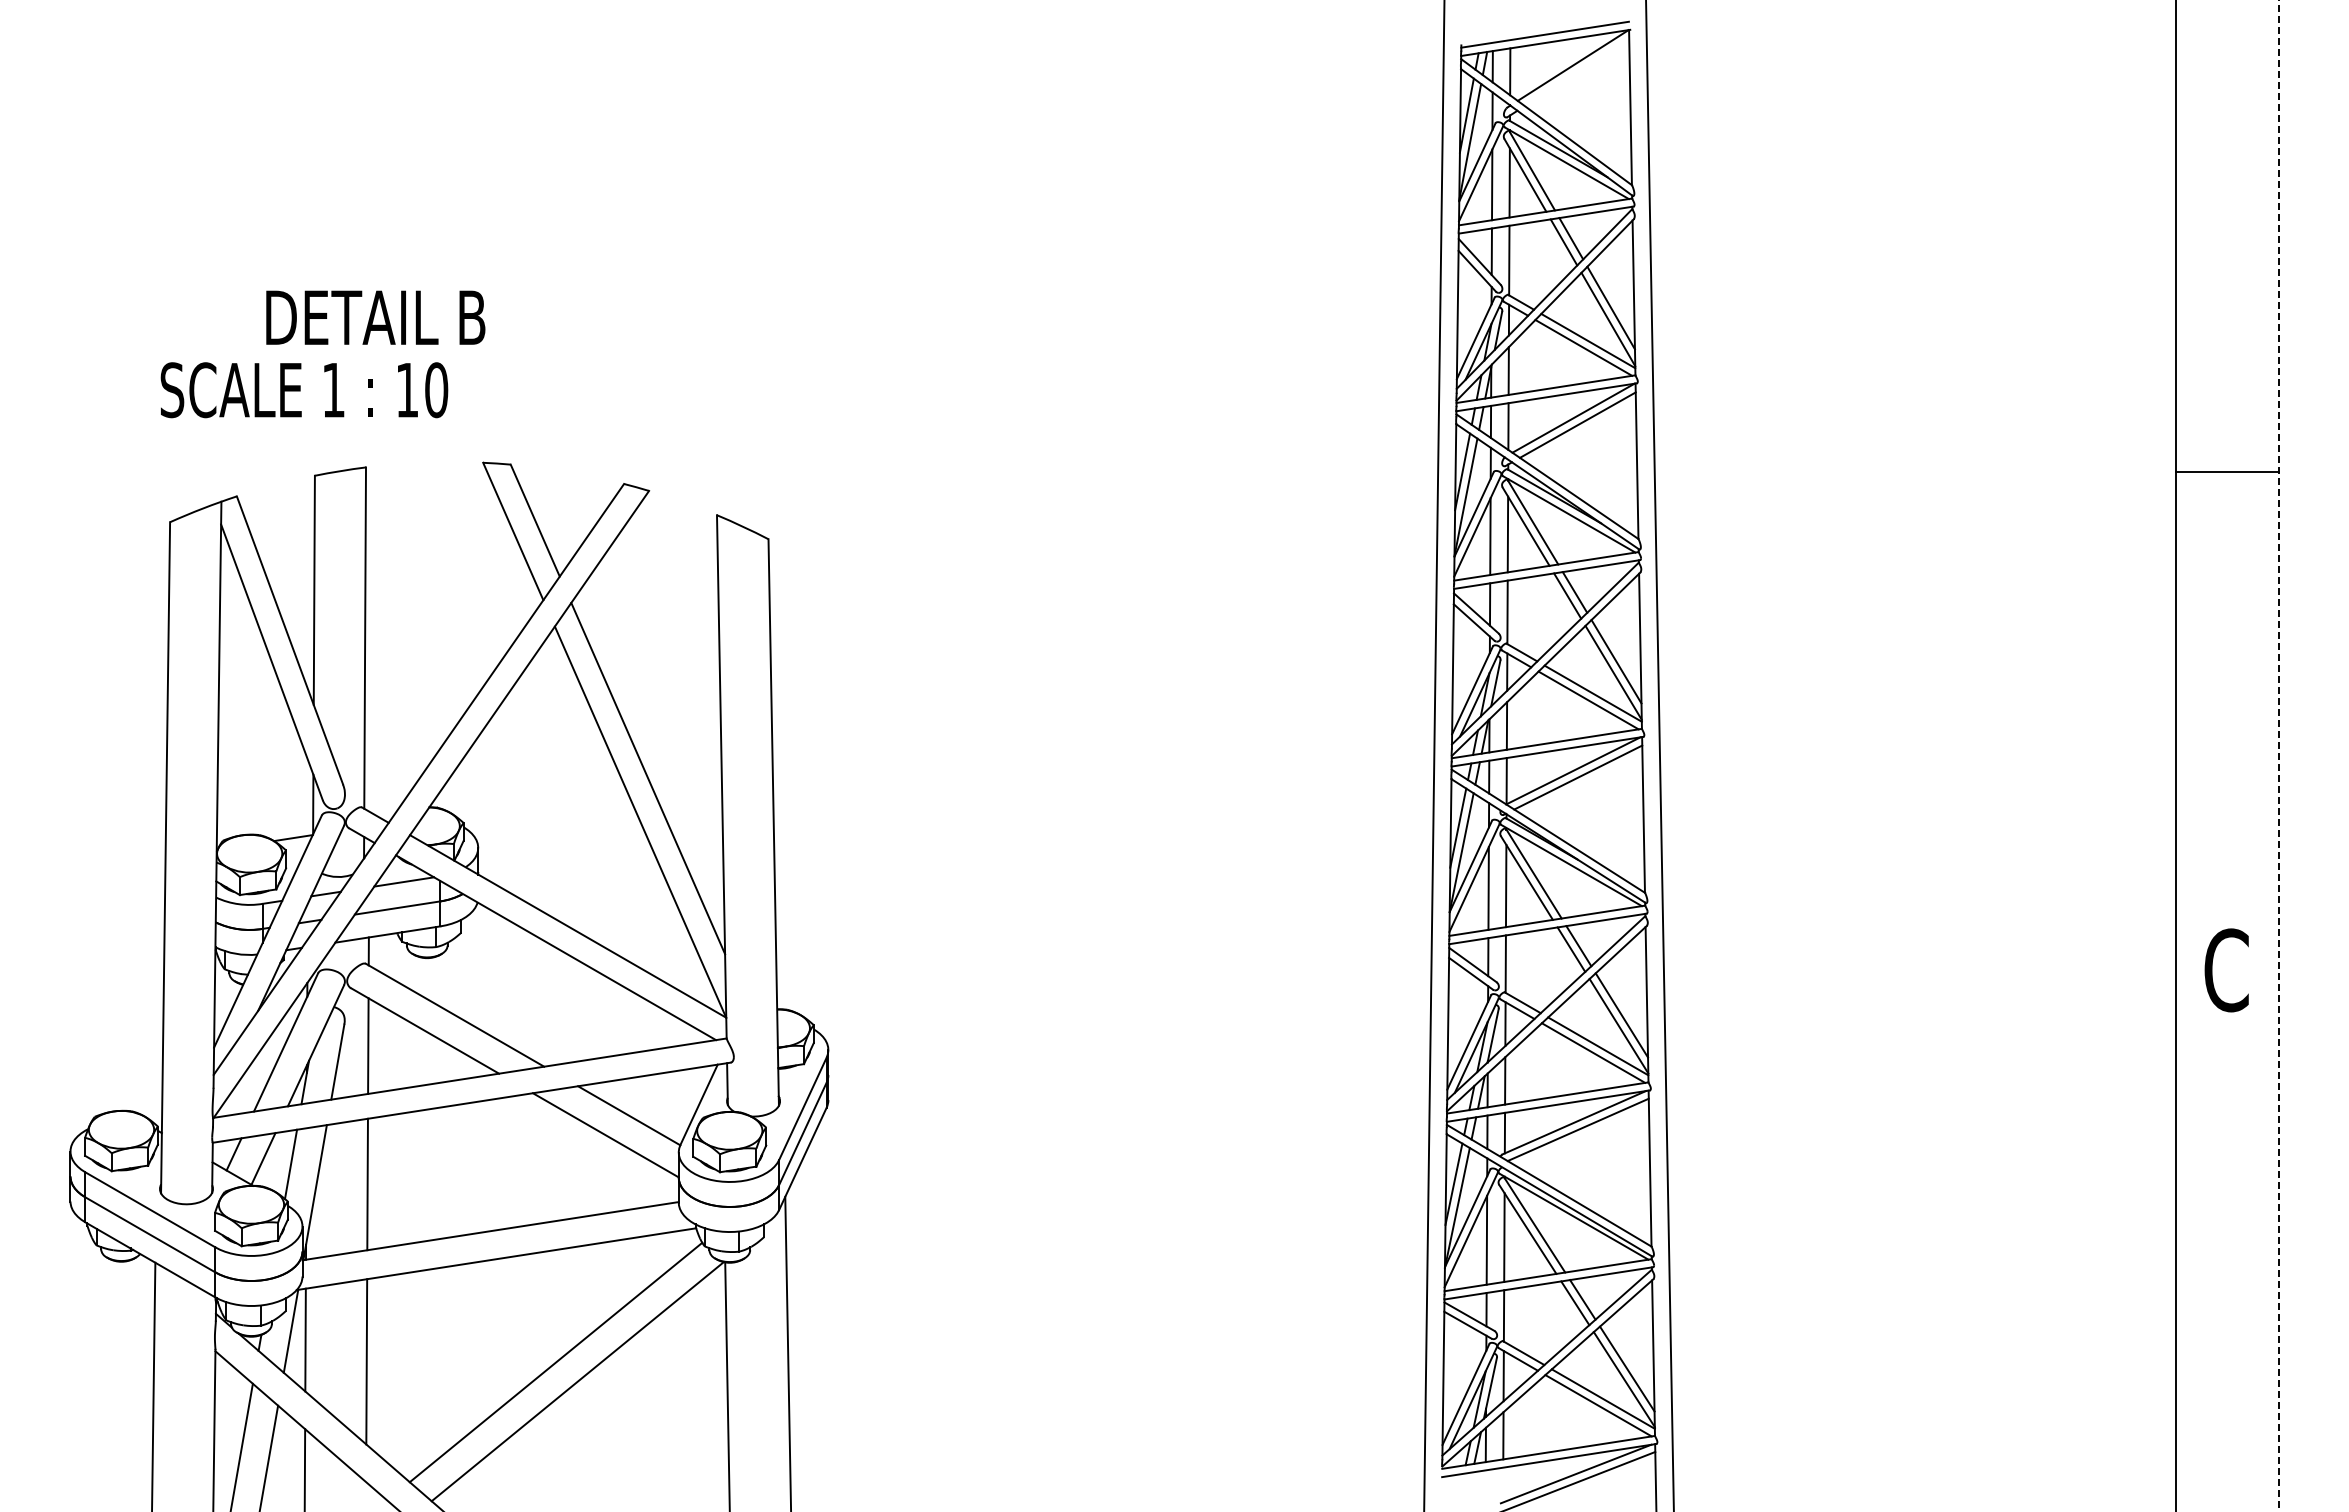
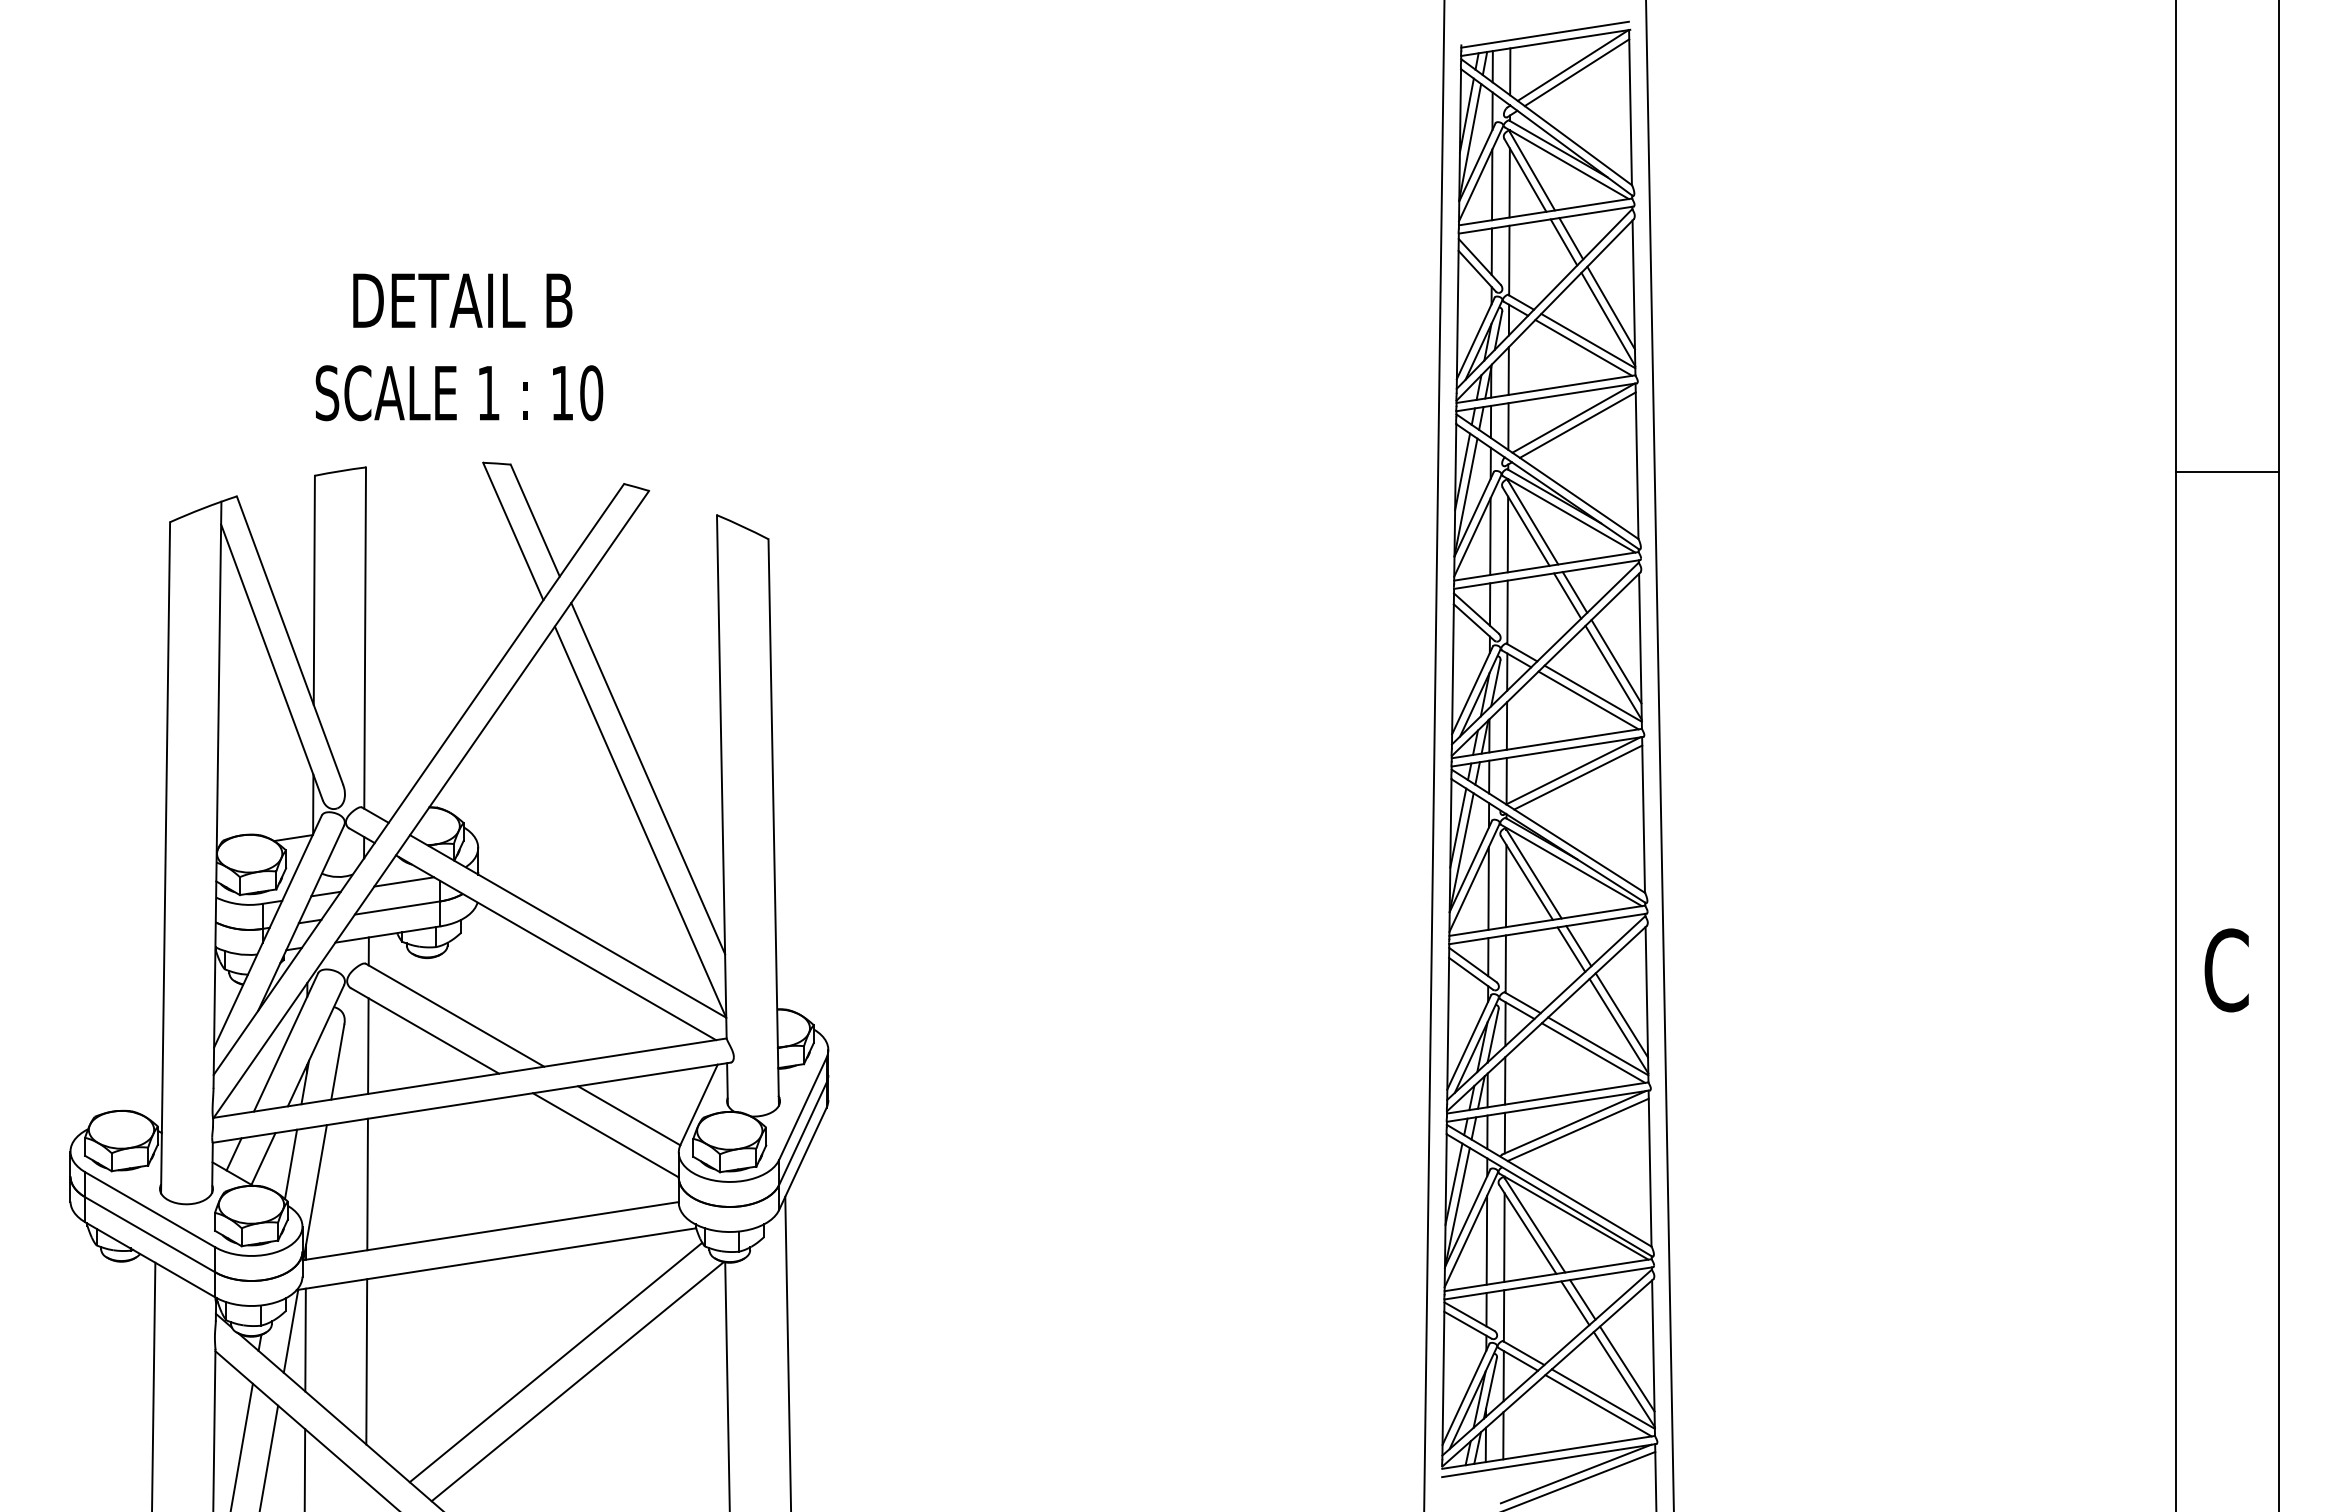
line at (1576, 72): none -> present
text at (375, 317) position: (375, 317) -> (462, 300)
text at (304, 390) position: (304, 390) -> (459, 393)
line at (2278, 756): dashed -> solid
